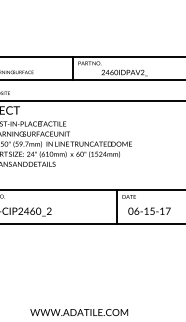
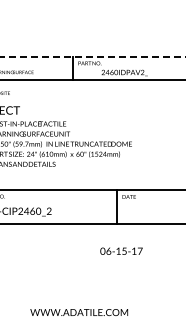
line at (93, 57): solid -> dashed
line at (92, 100): present -> none
text at (149, 210) position: (149, 210) -> (121, 250)
